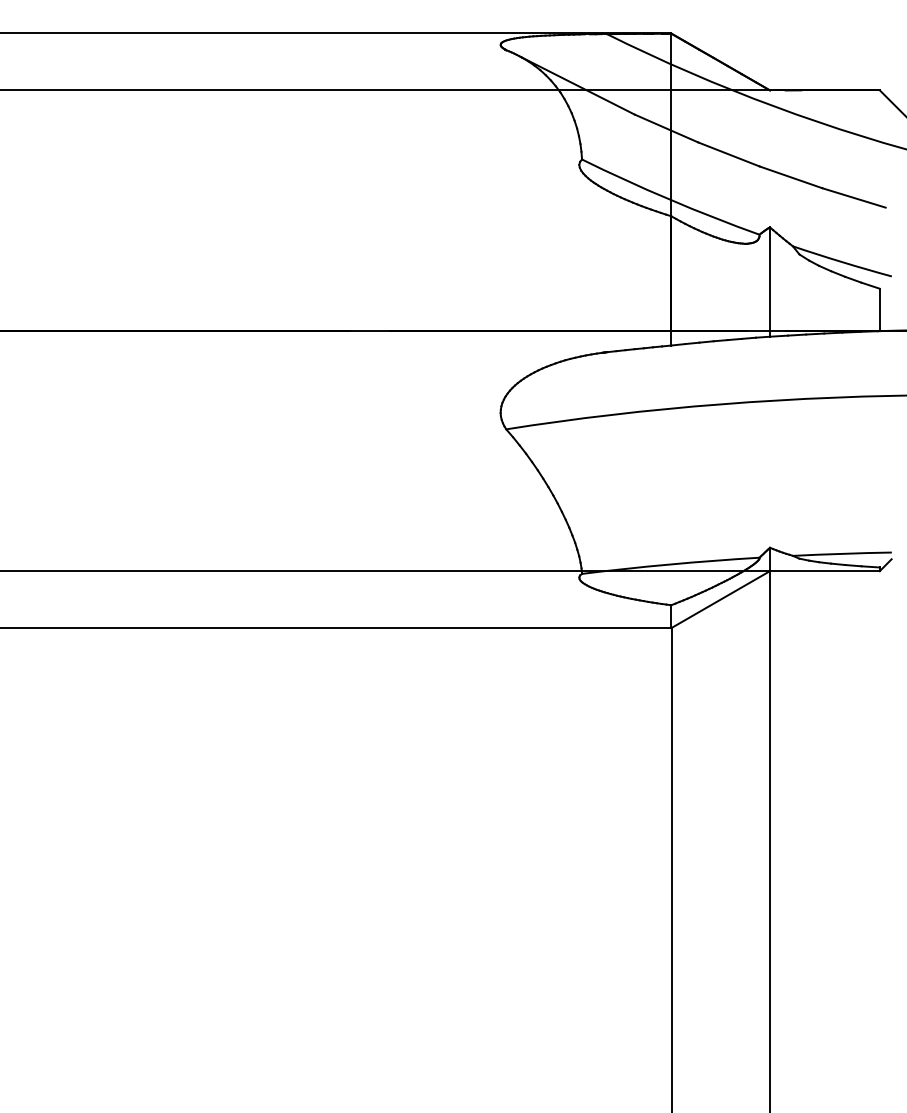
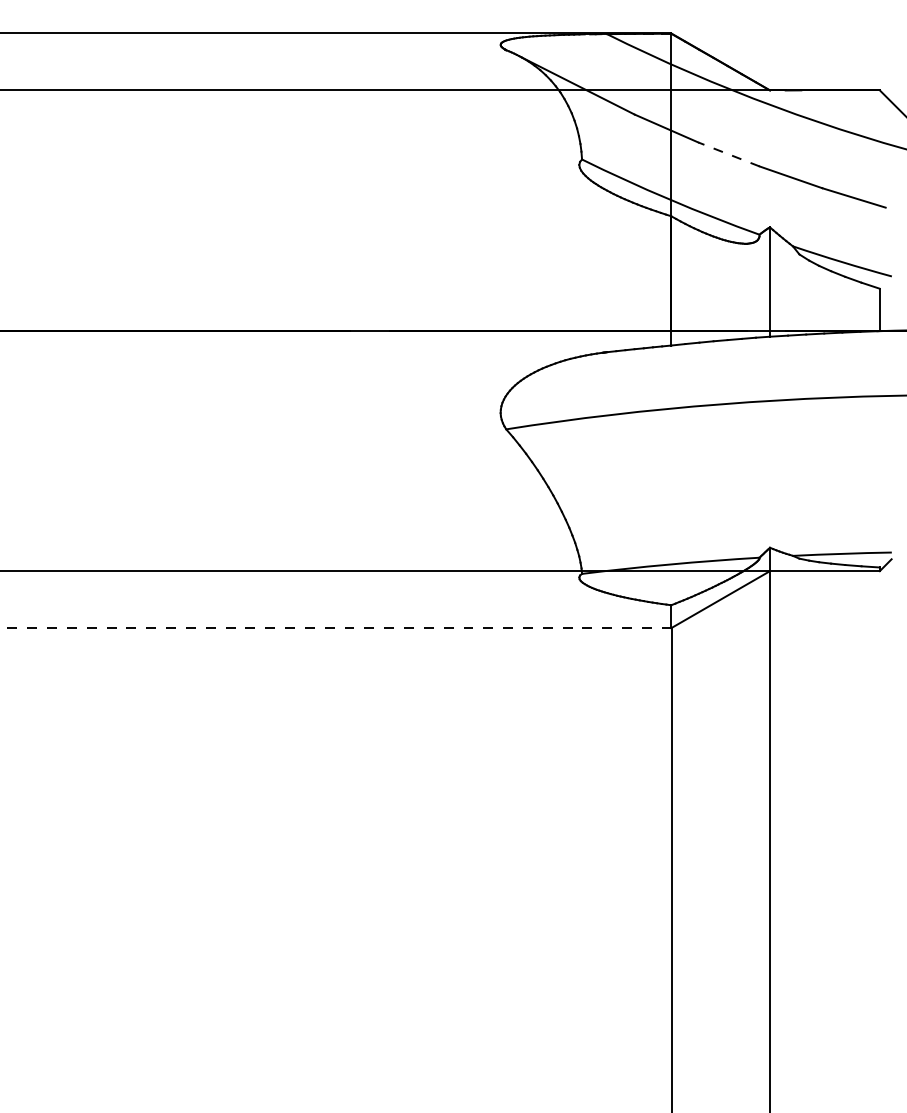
line at (728, 154): solid -> dashed
line at (336, 628): solid -> dashed
